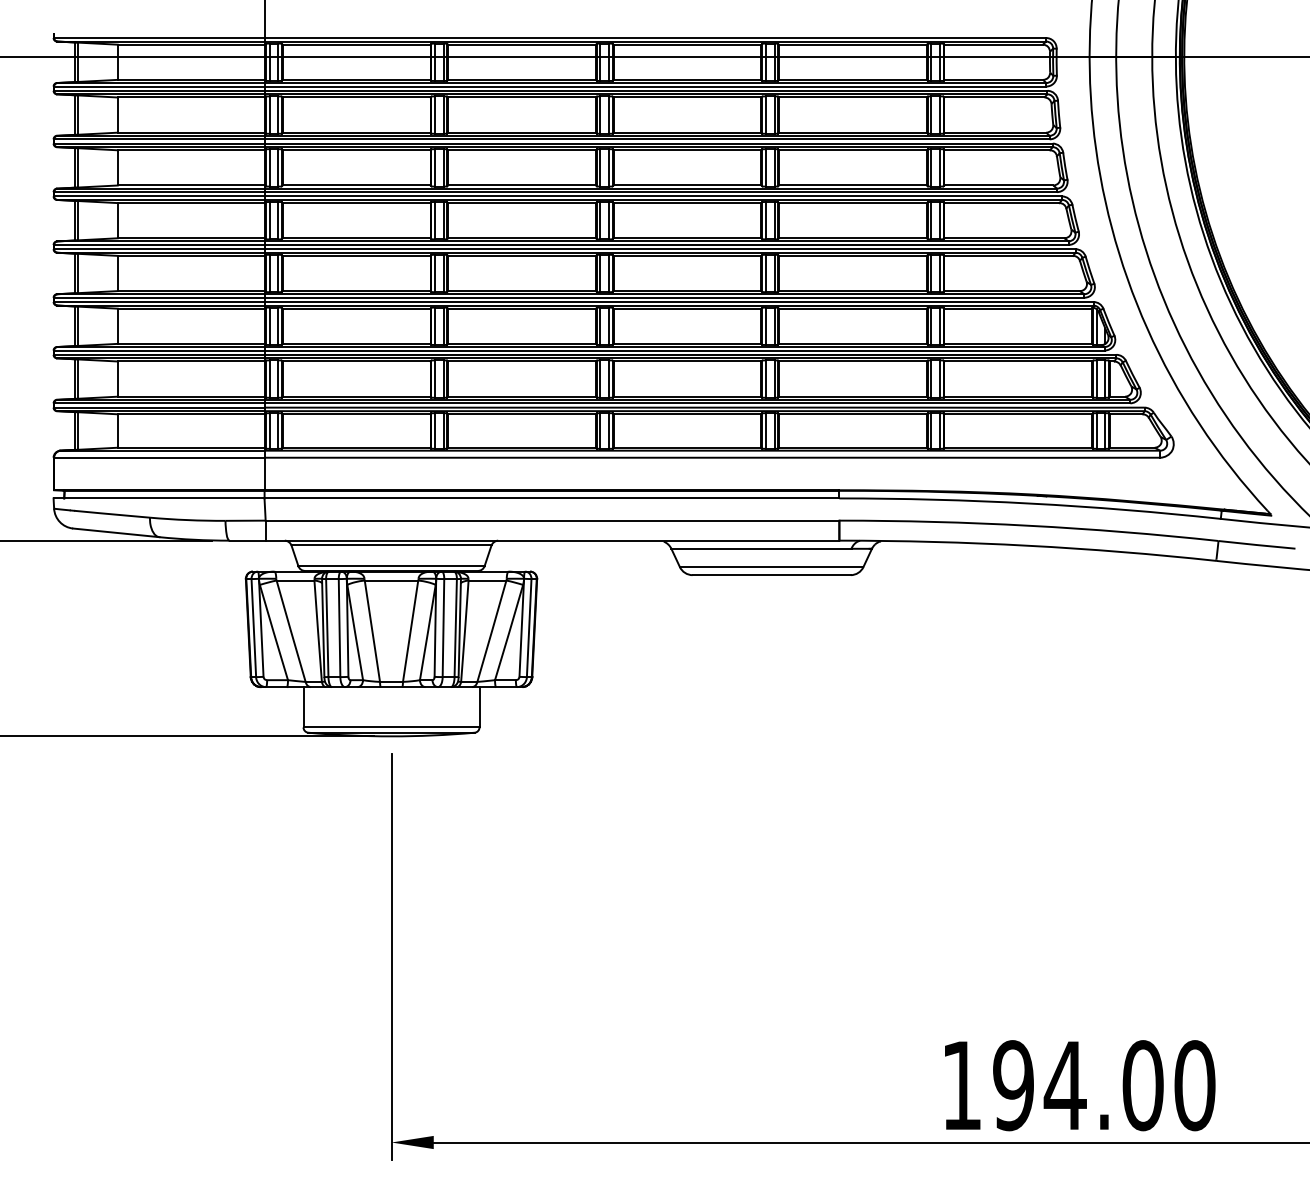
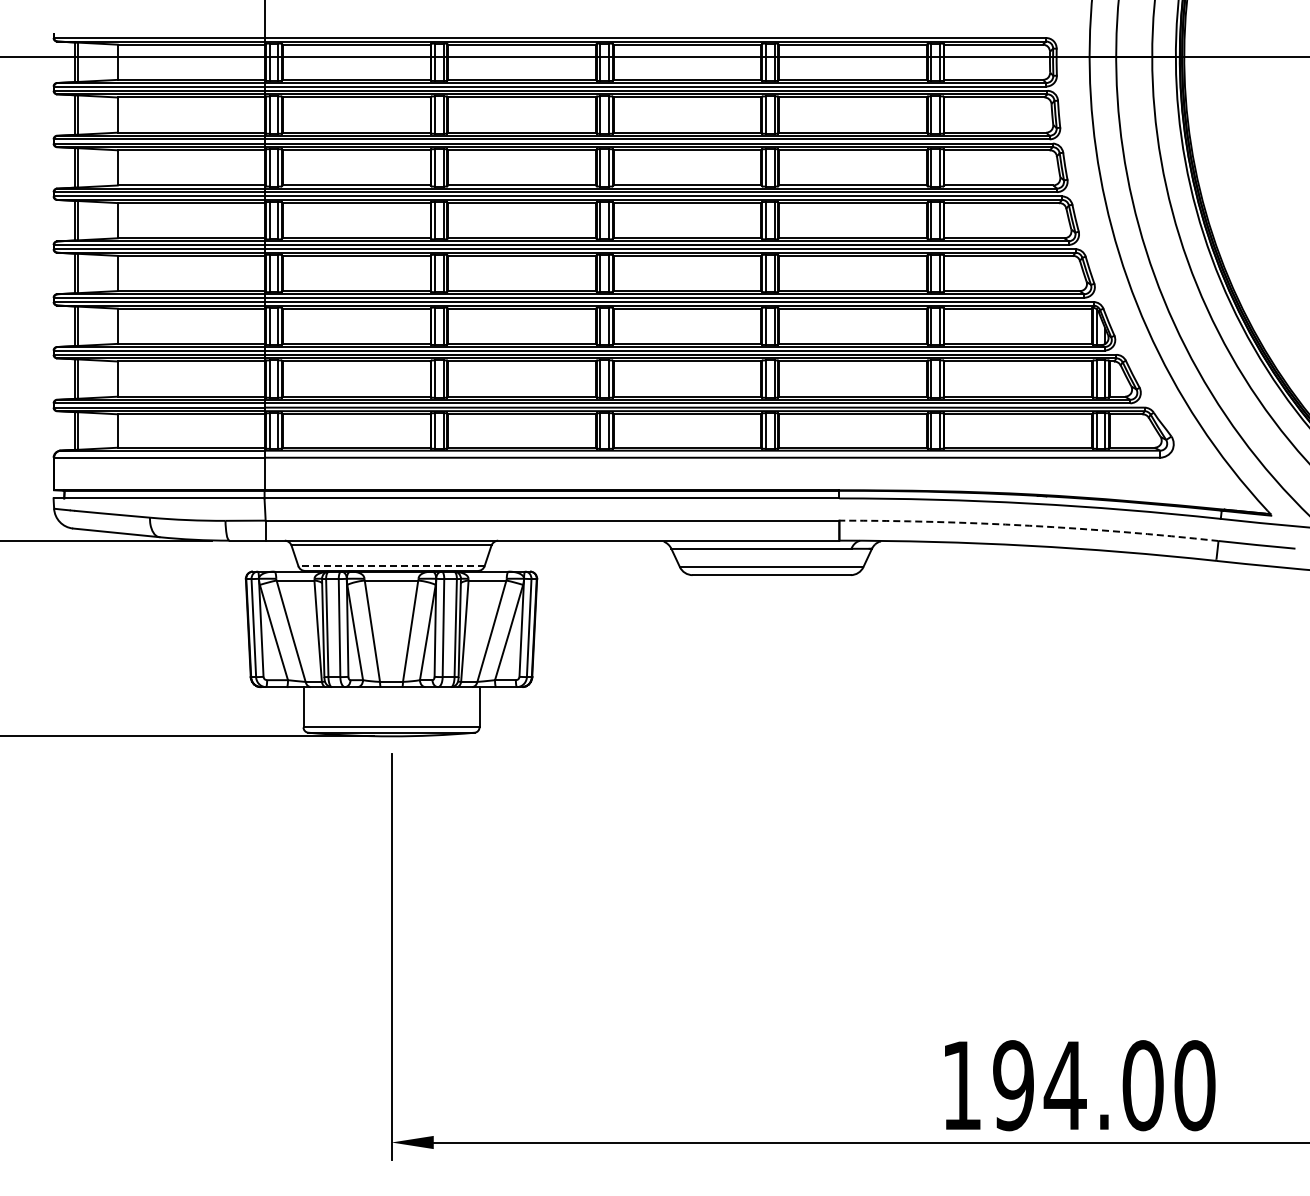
arc at (1029, 525): solid -> dashed
line at (391, 566): solid -> dashed
